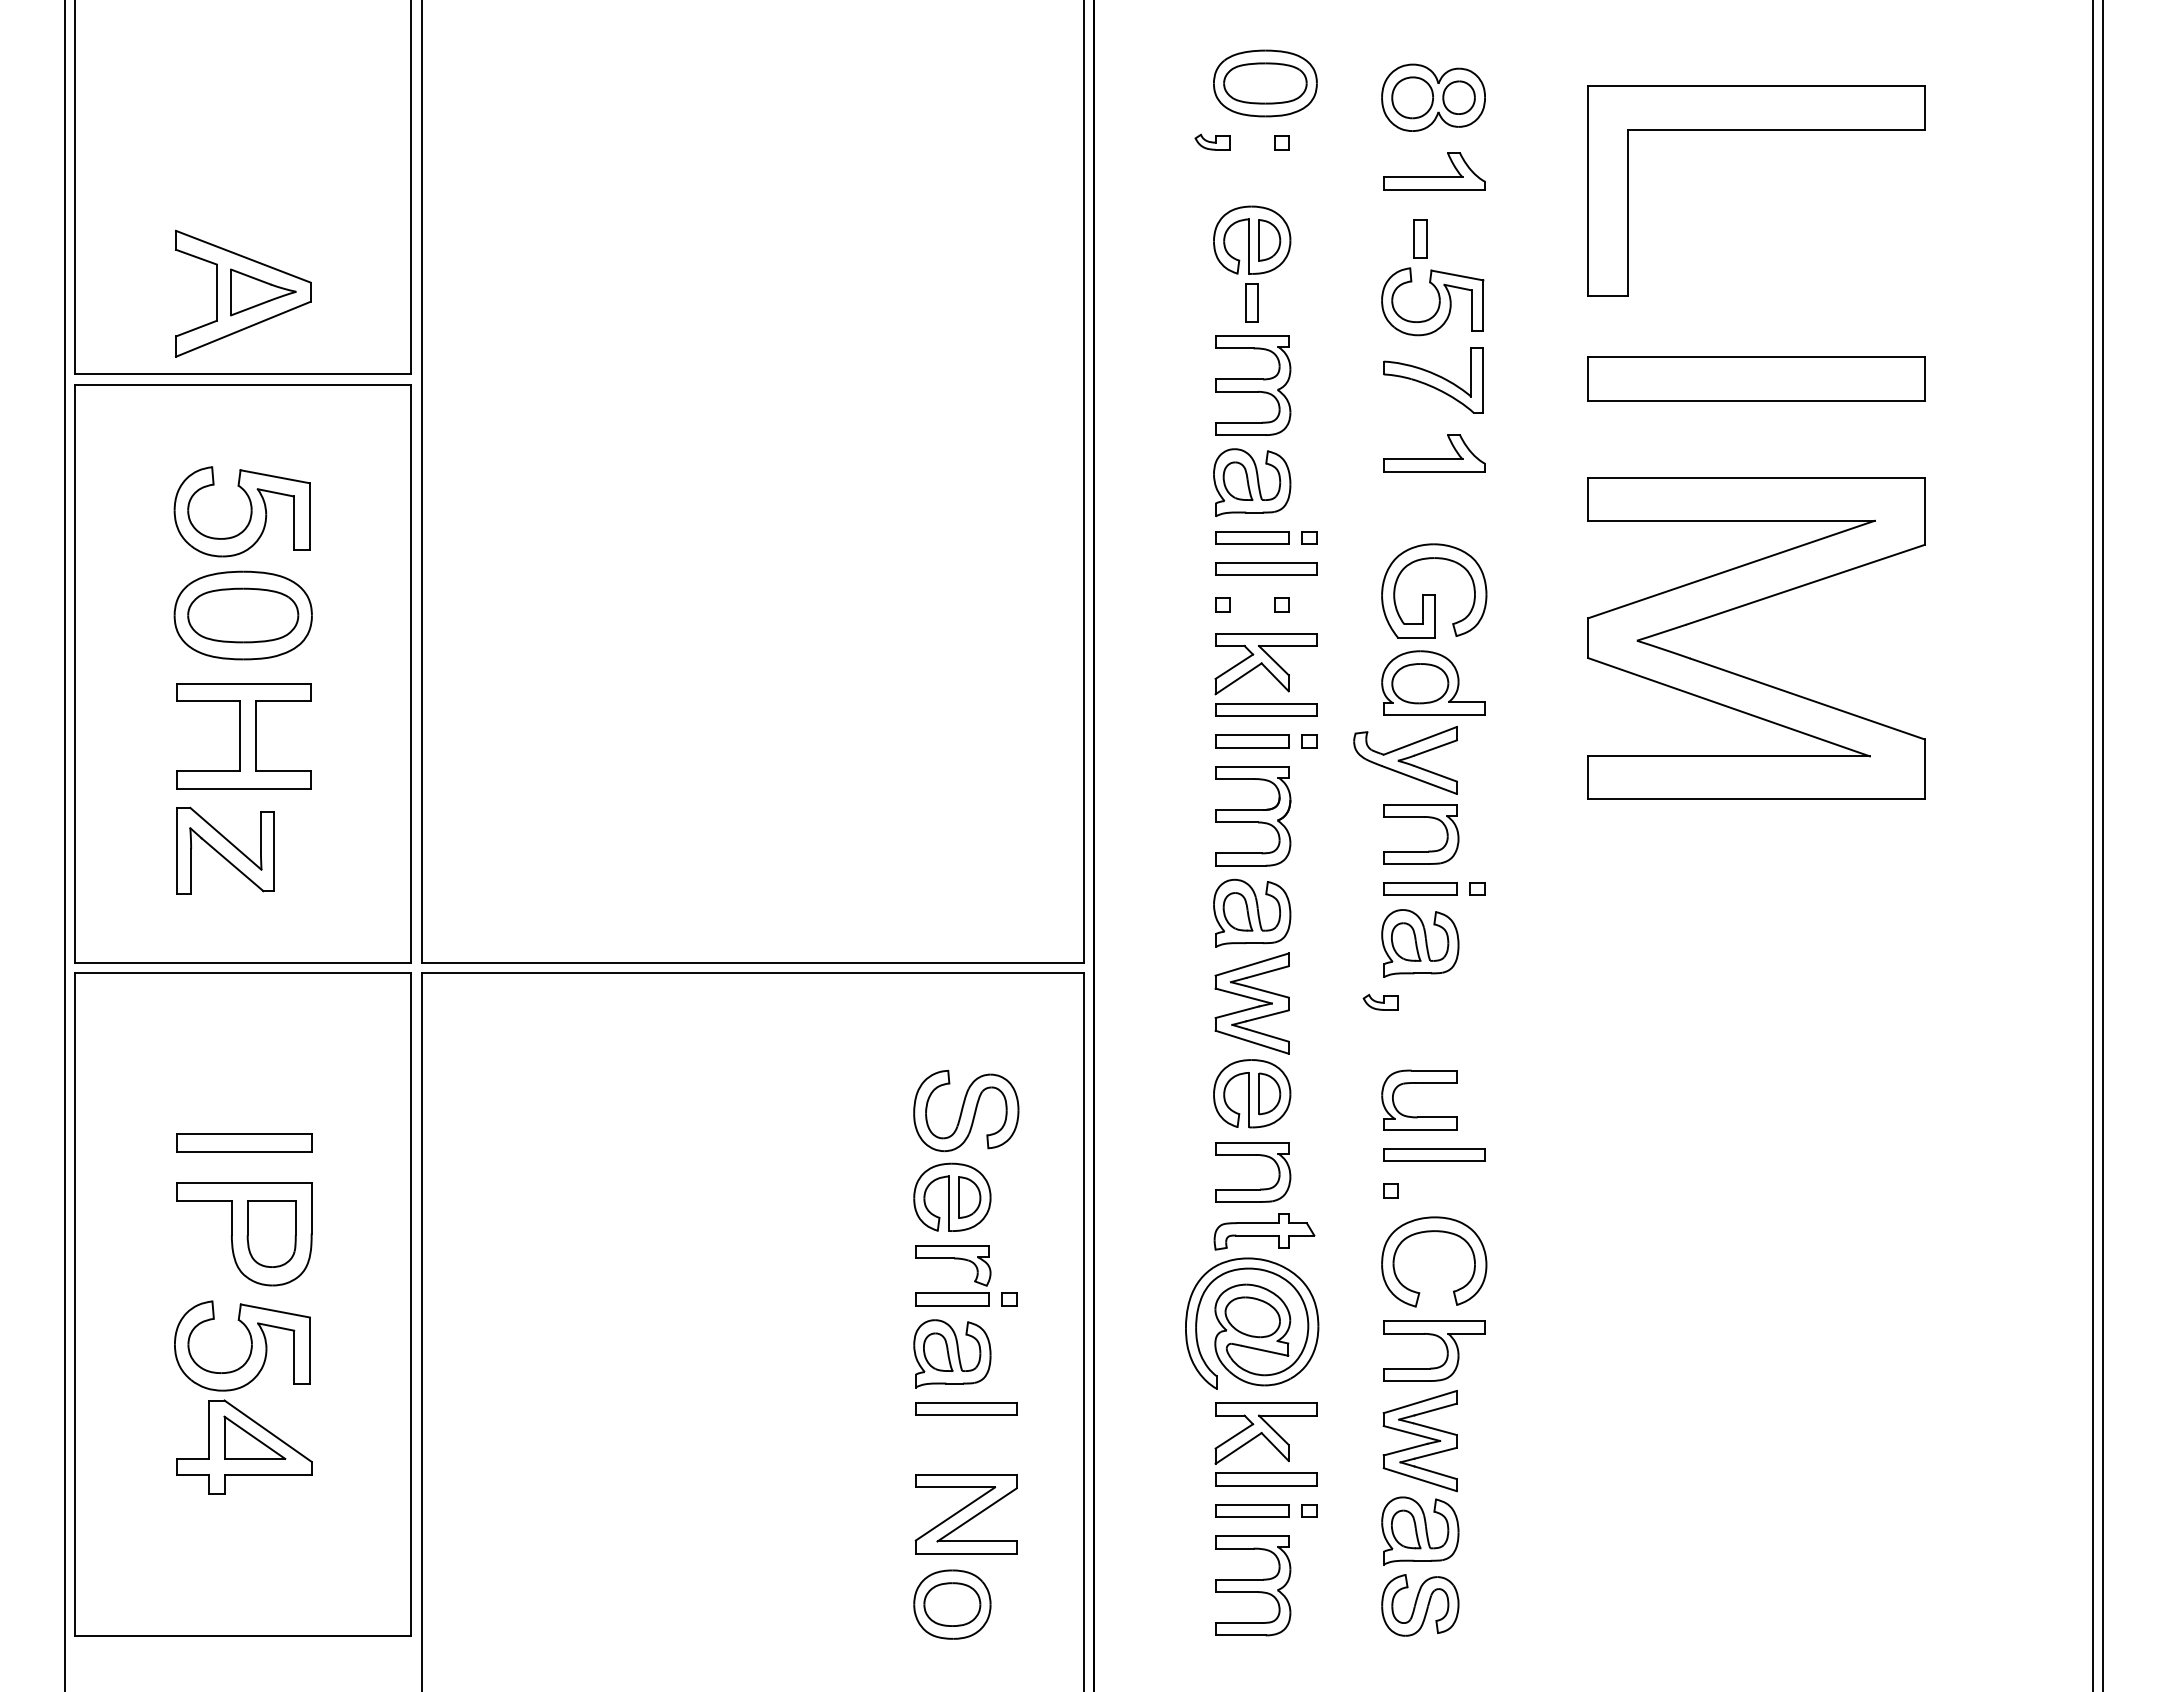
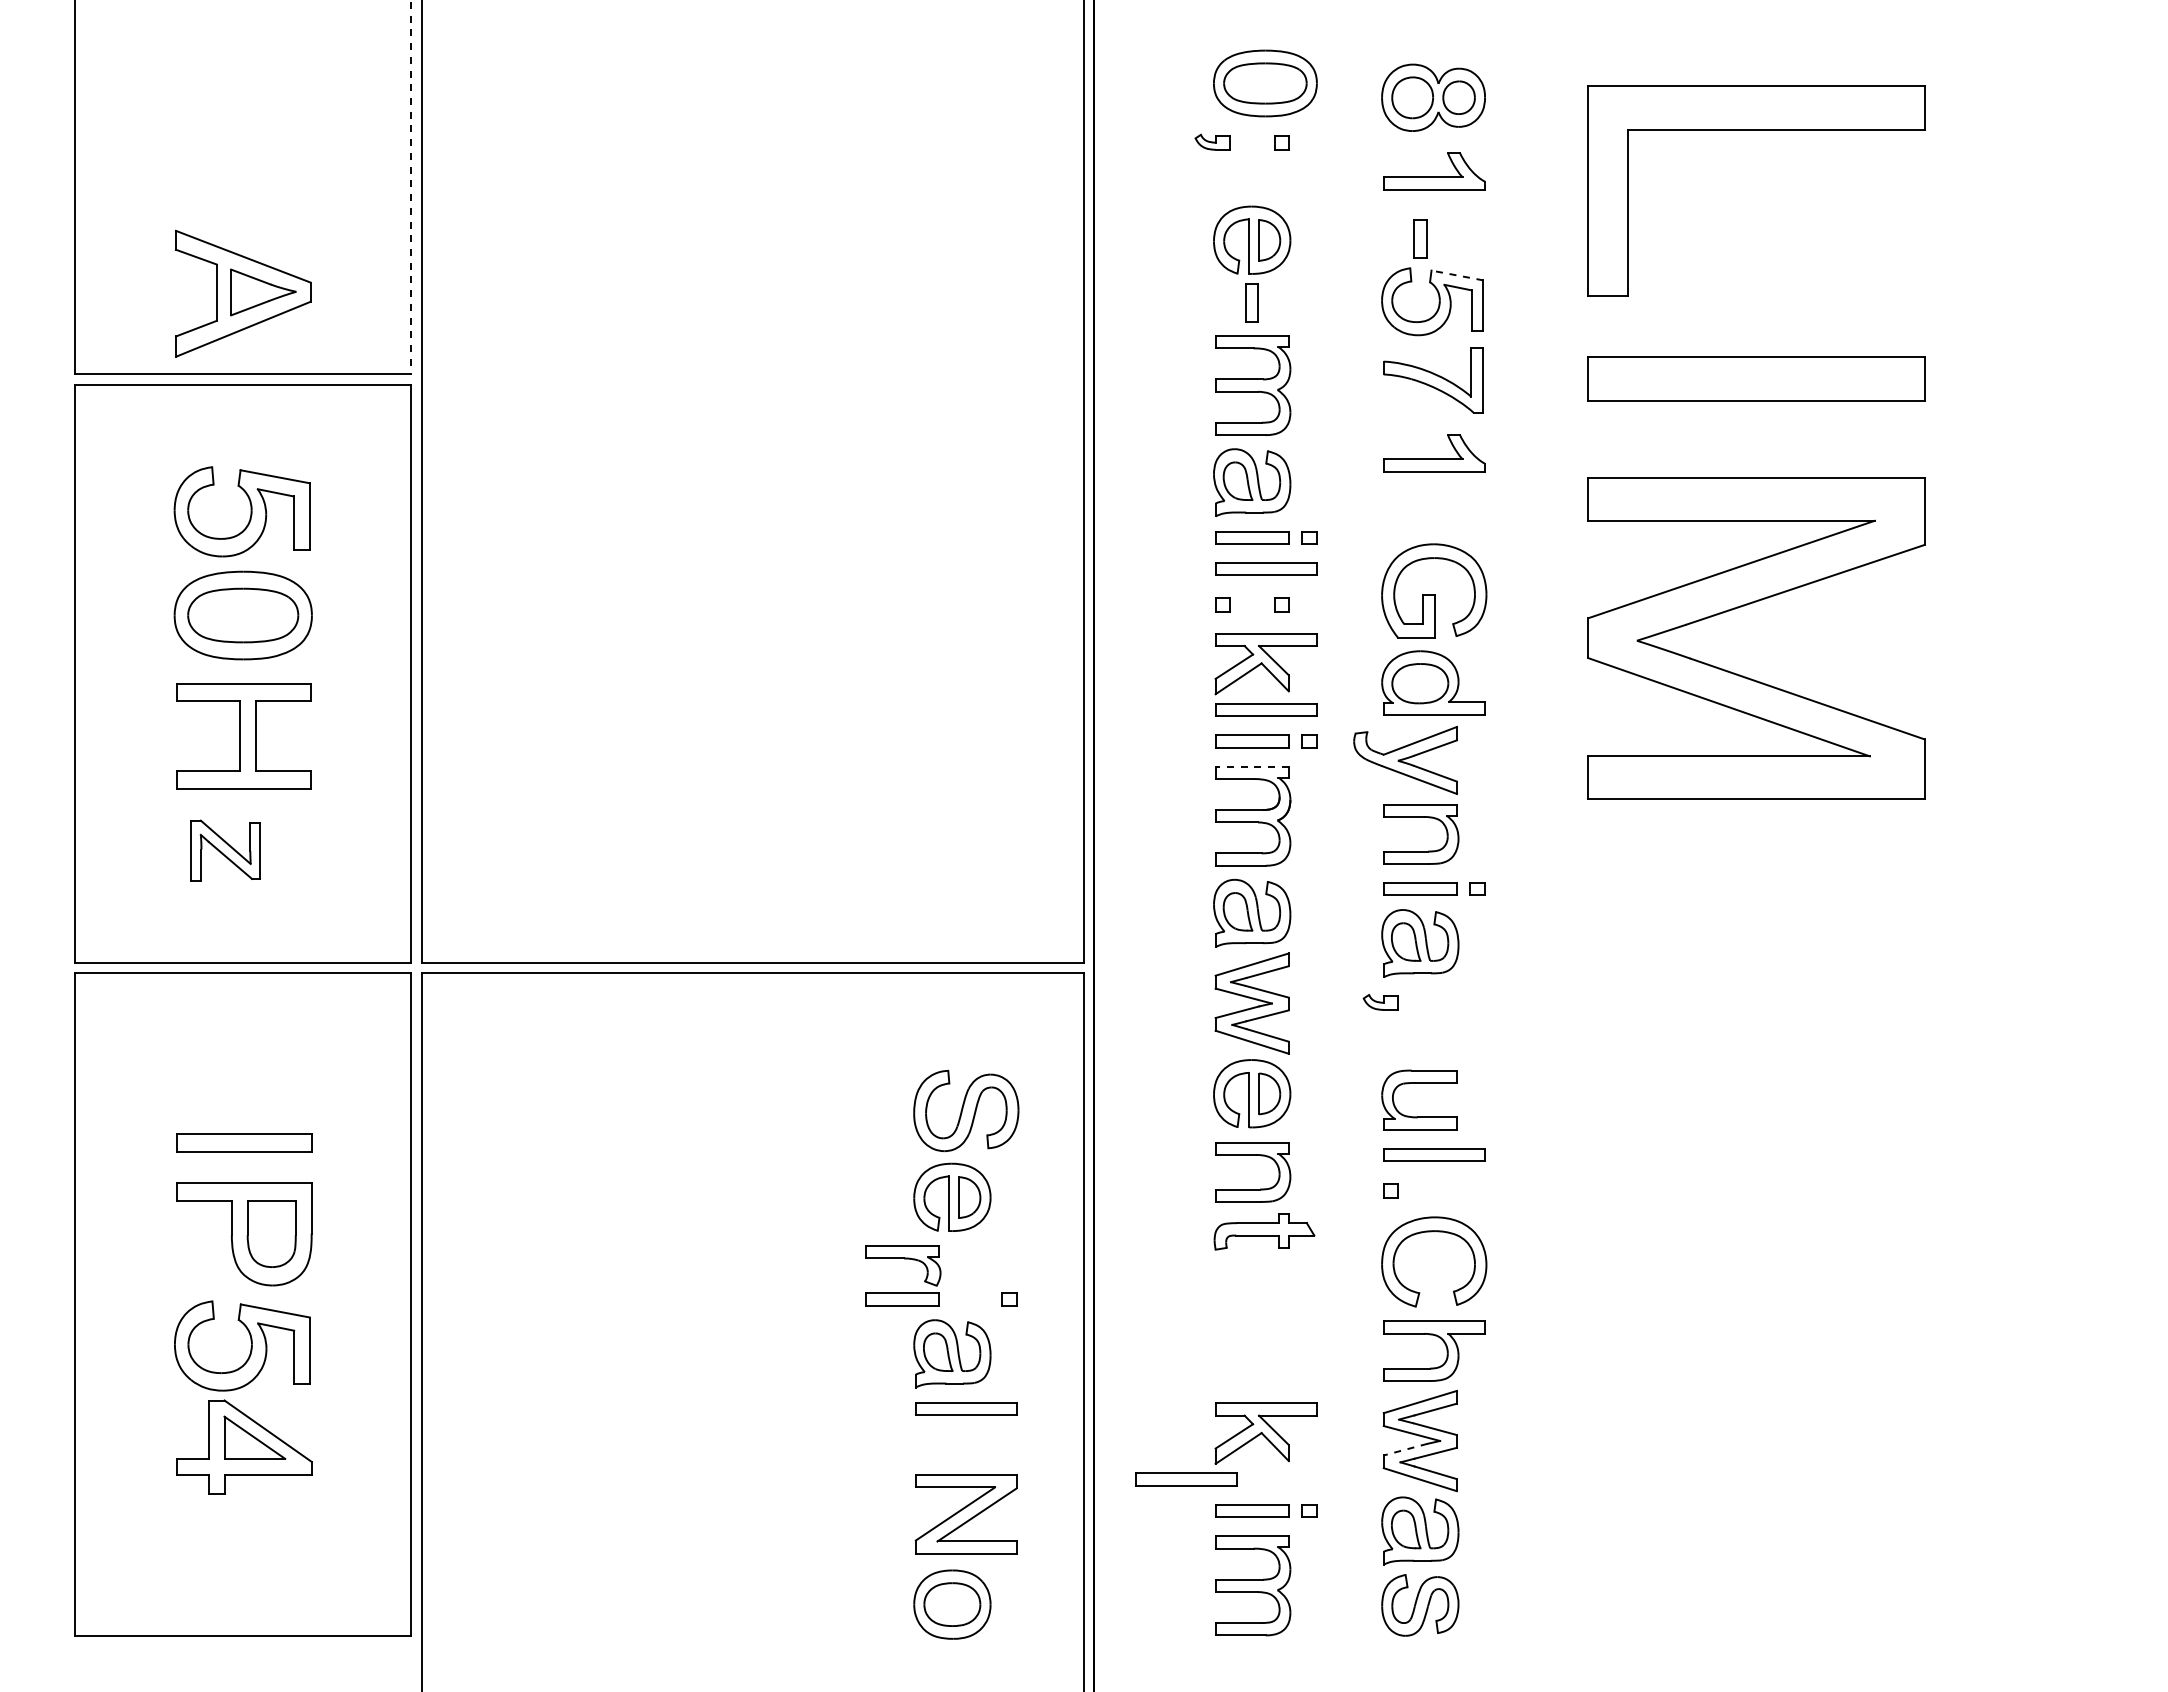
line at (411, 187): solid -> dashed
line at (1456, 275): solid -> dashed
line at (1252, 766): solid -> dashed
line at (65, 845): present -> none
line at (2092, 845): present -> none
line at (2102, 845): present -> none
part at (225, 850) size: 99x89 px -> 71x63 px
part at (954, 1259) position: (954, 1259) -> (904, 1259)
part at (1252, 1323): present -> none
line at (1405, 1449): solid -> dashed
part at (1266, 1479) position: (1266, 1479) -> (1186, 1479)
